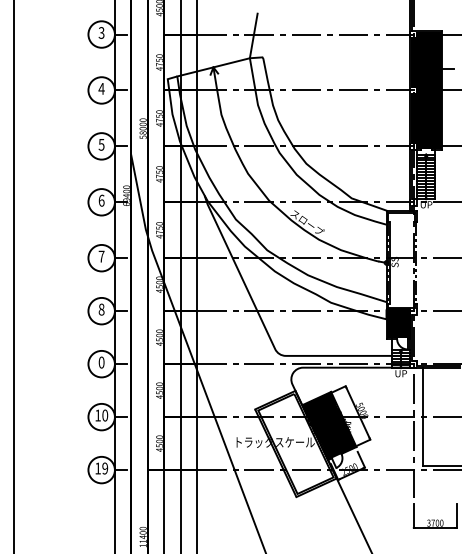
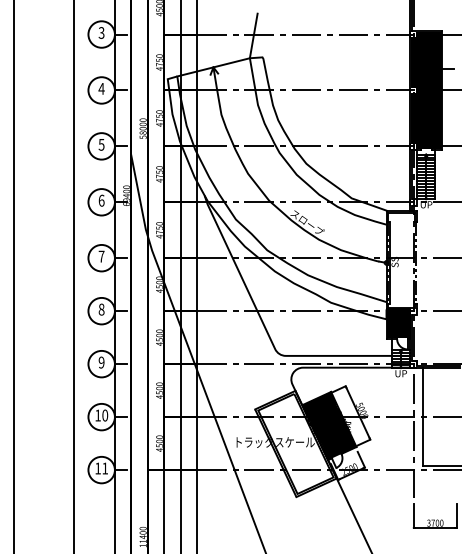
line at (74, 276): none -> present
text at (101, 362): 0 -> 9
text at (105, 468): 19 -> 11
